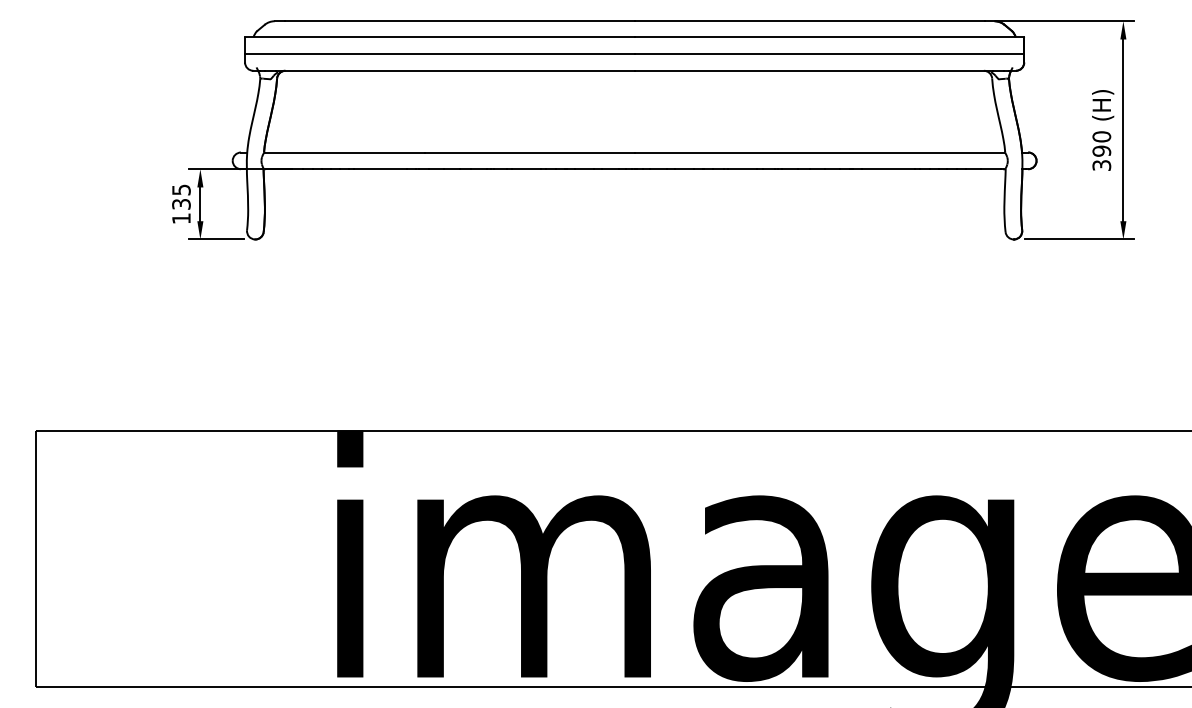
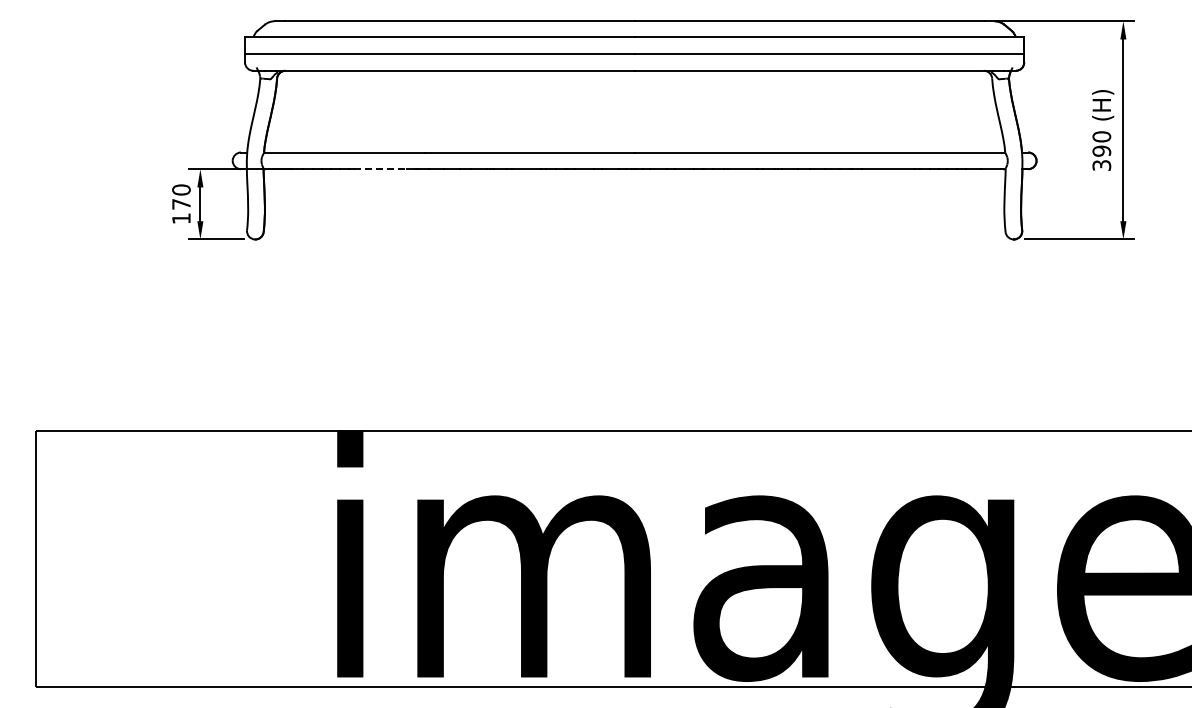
line at (380, 169): solid -> dashed
text at (181, 196): 135 -> 170
